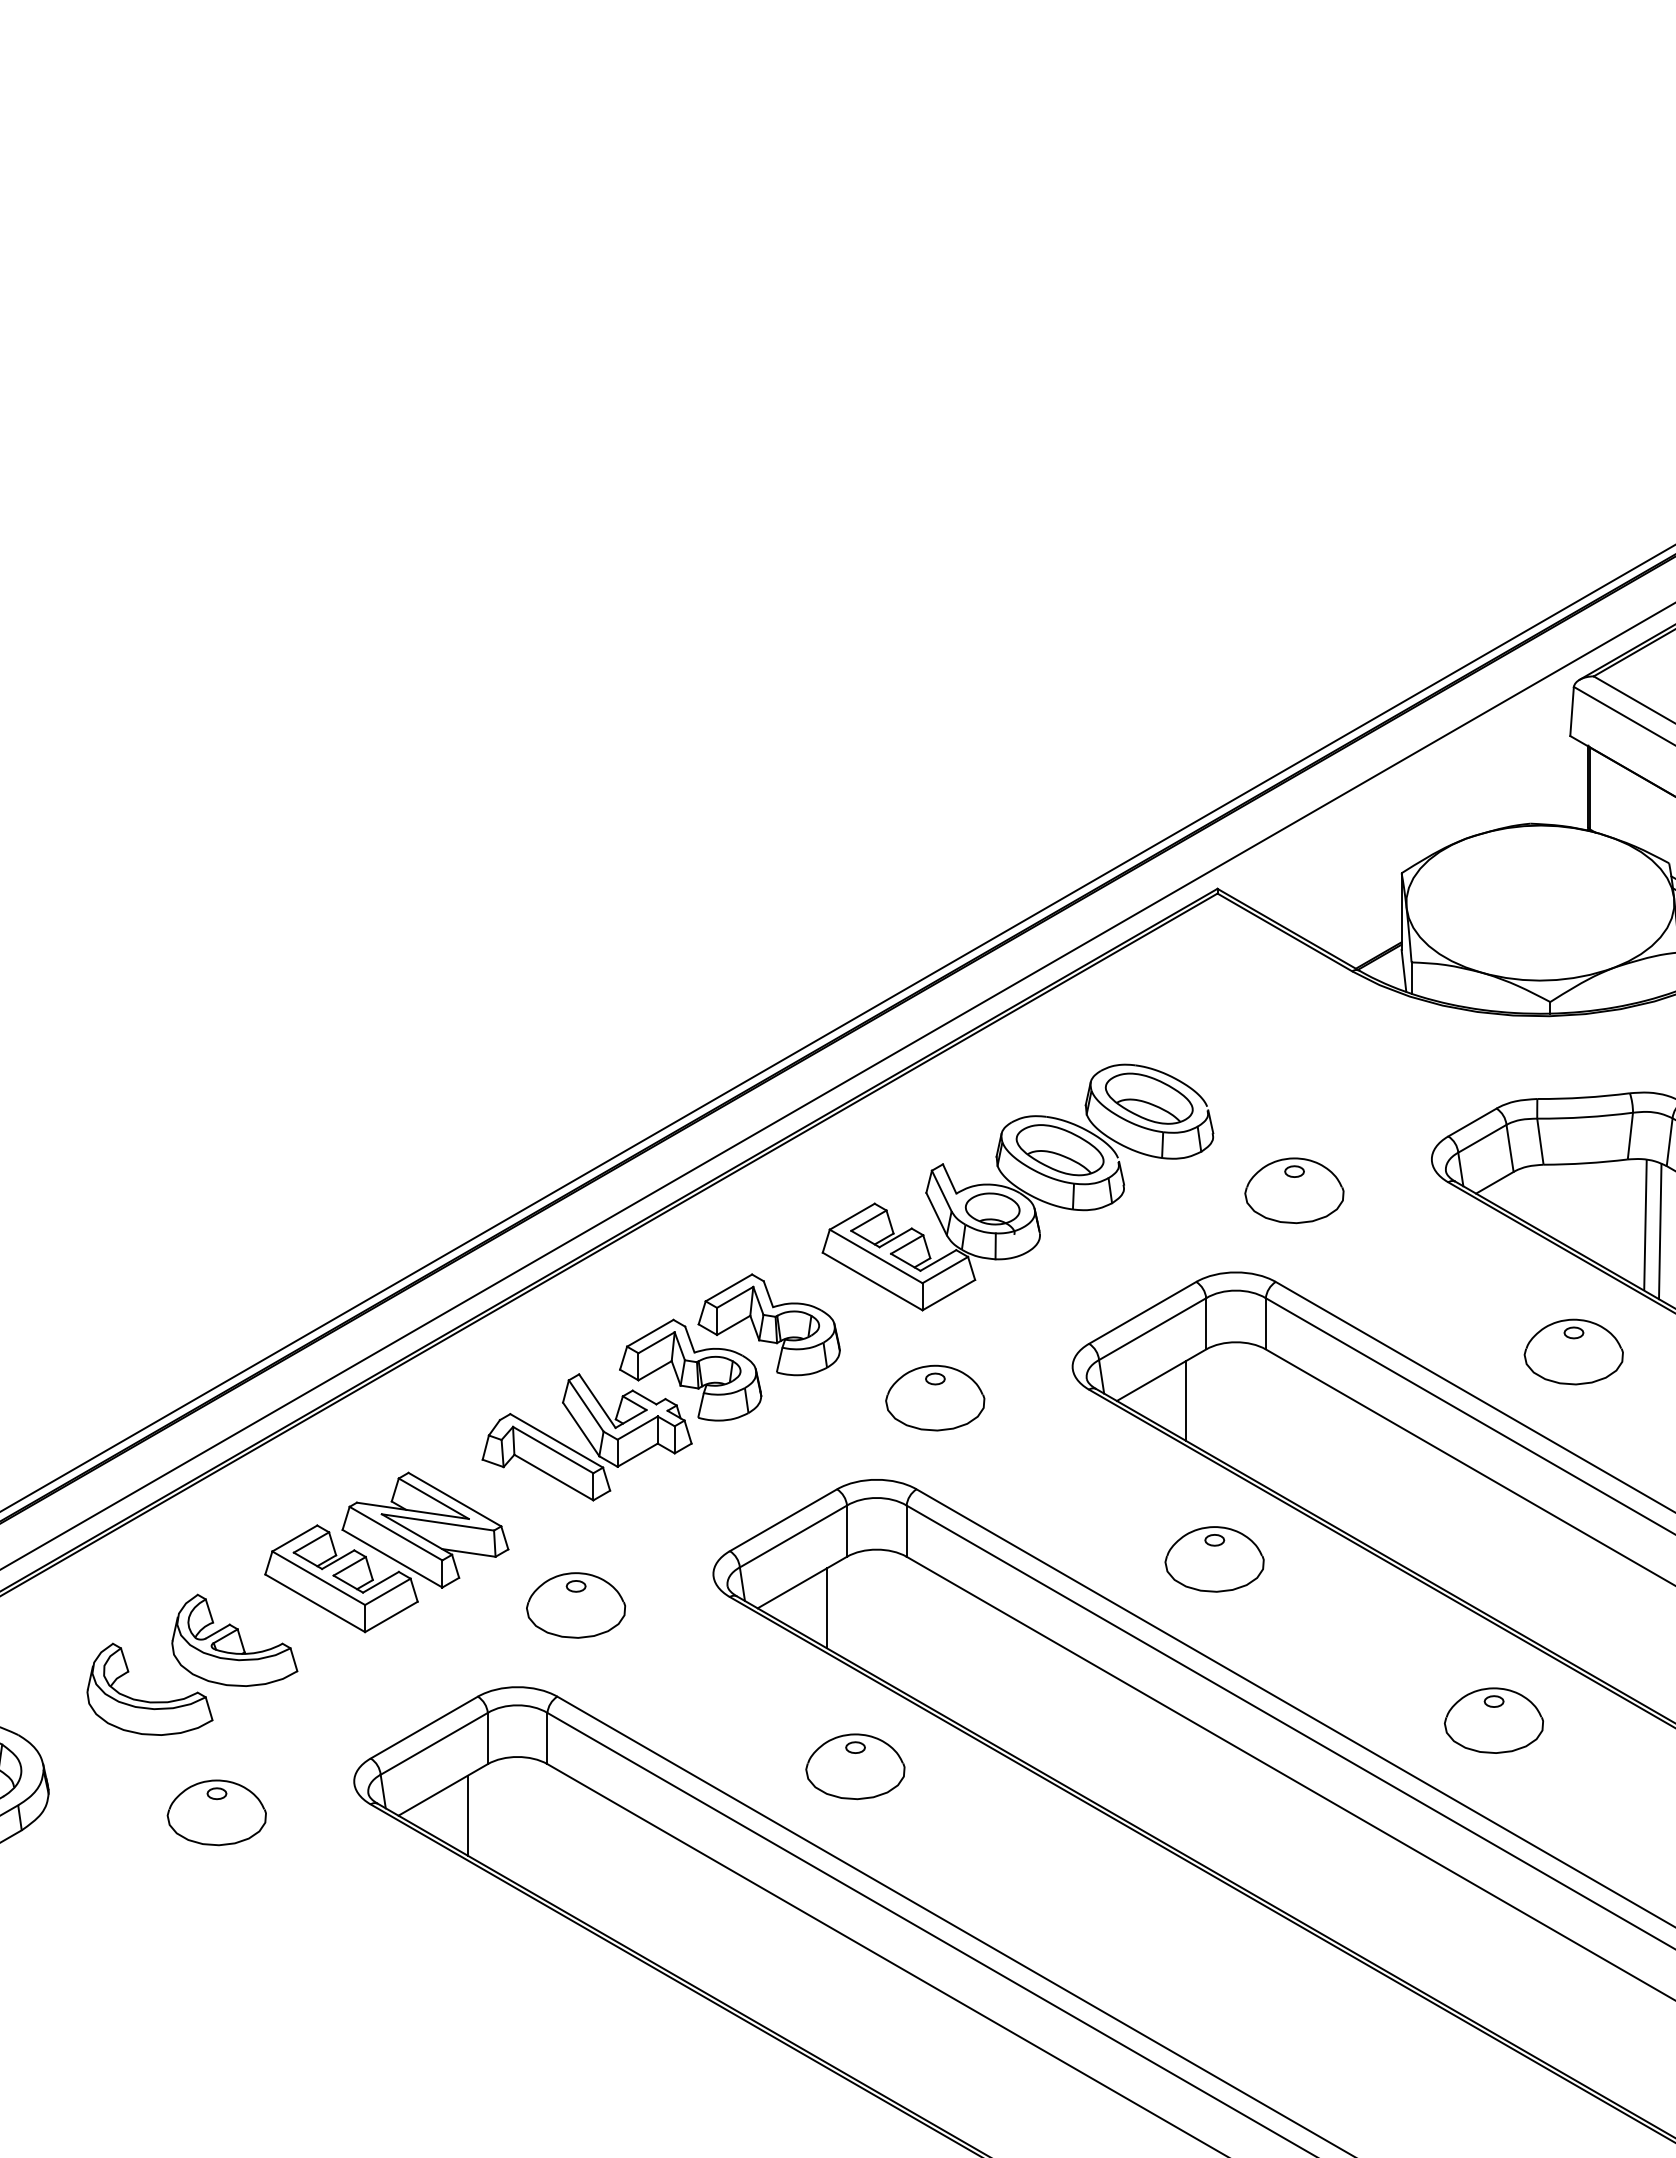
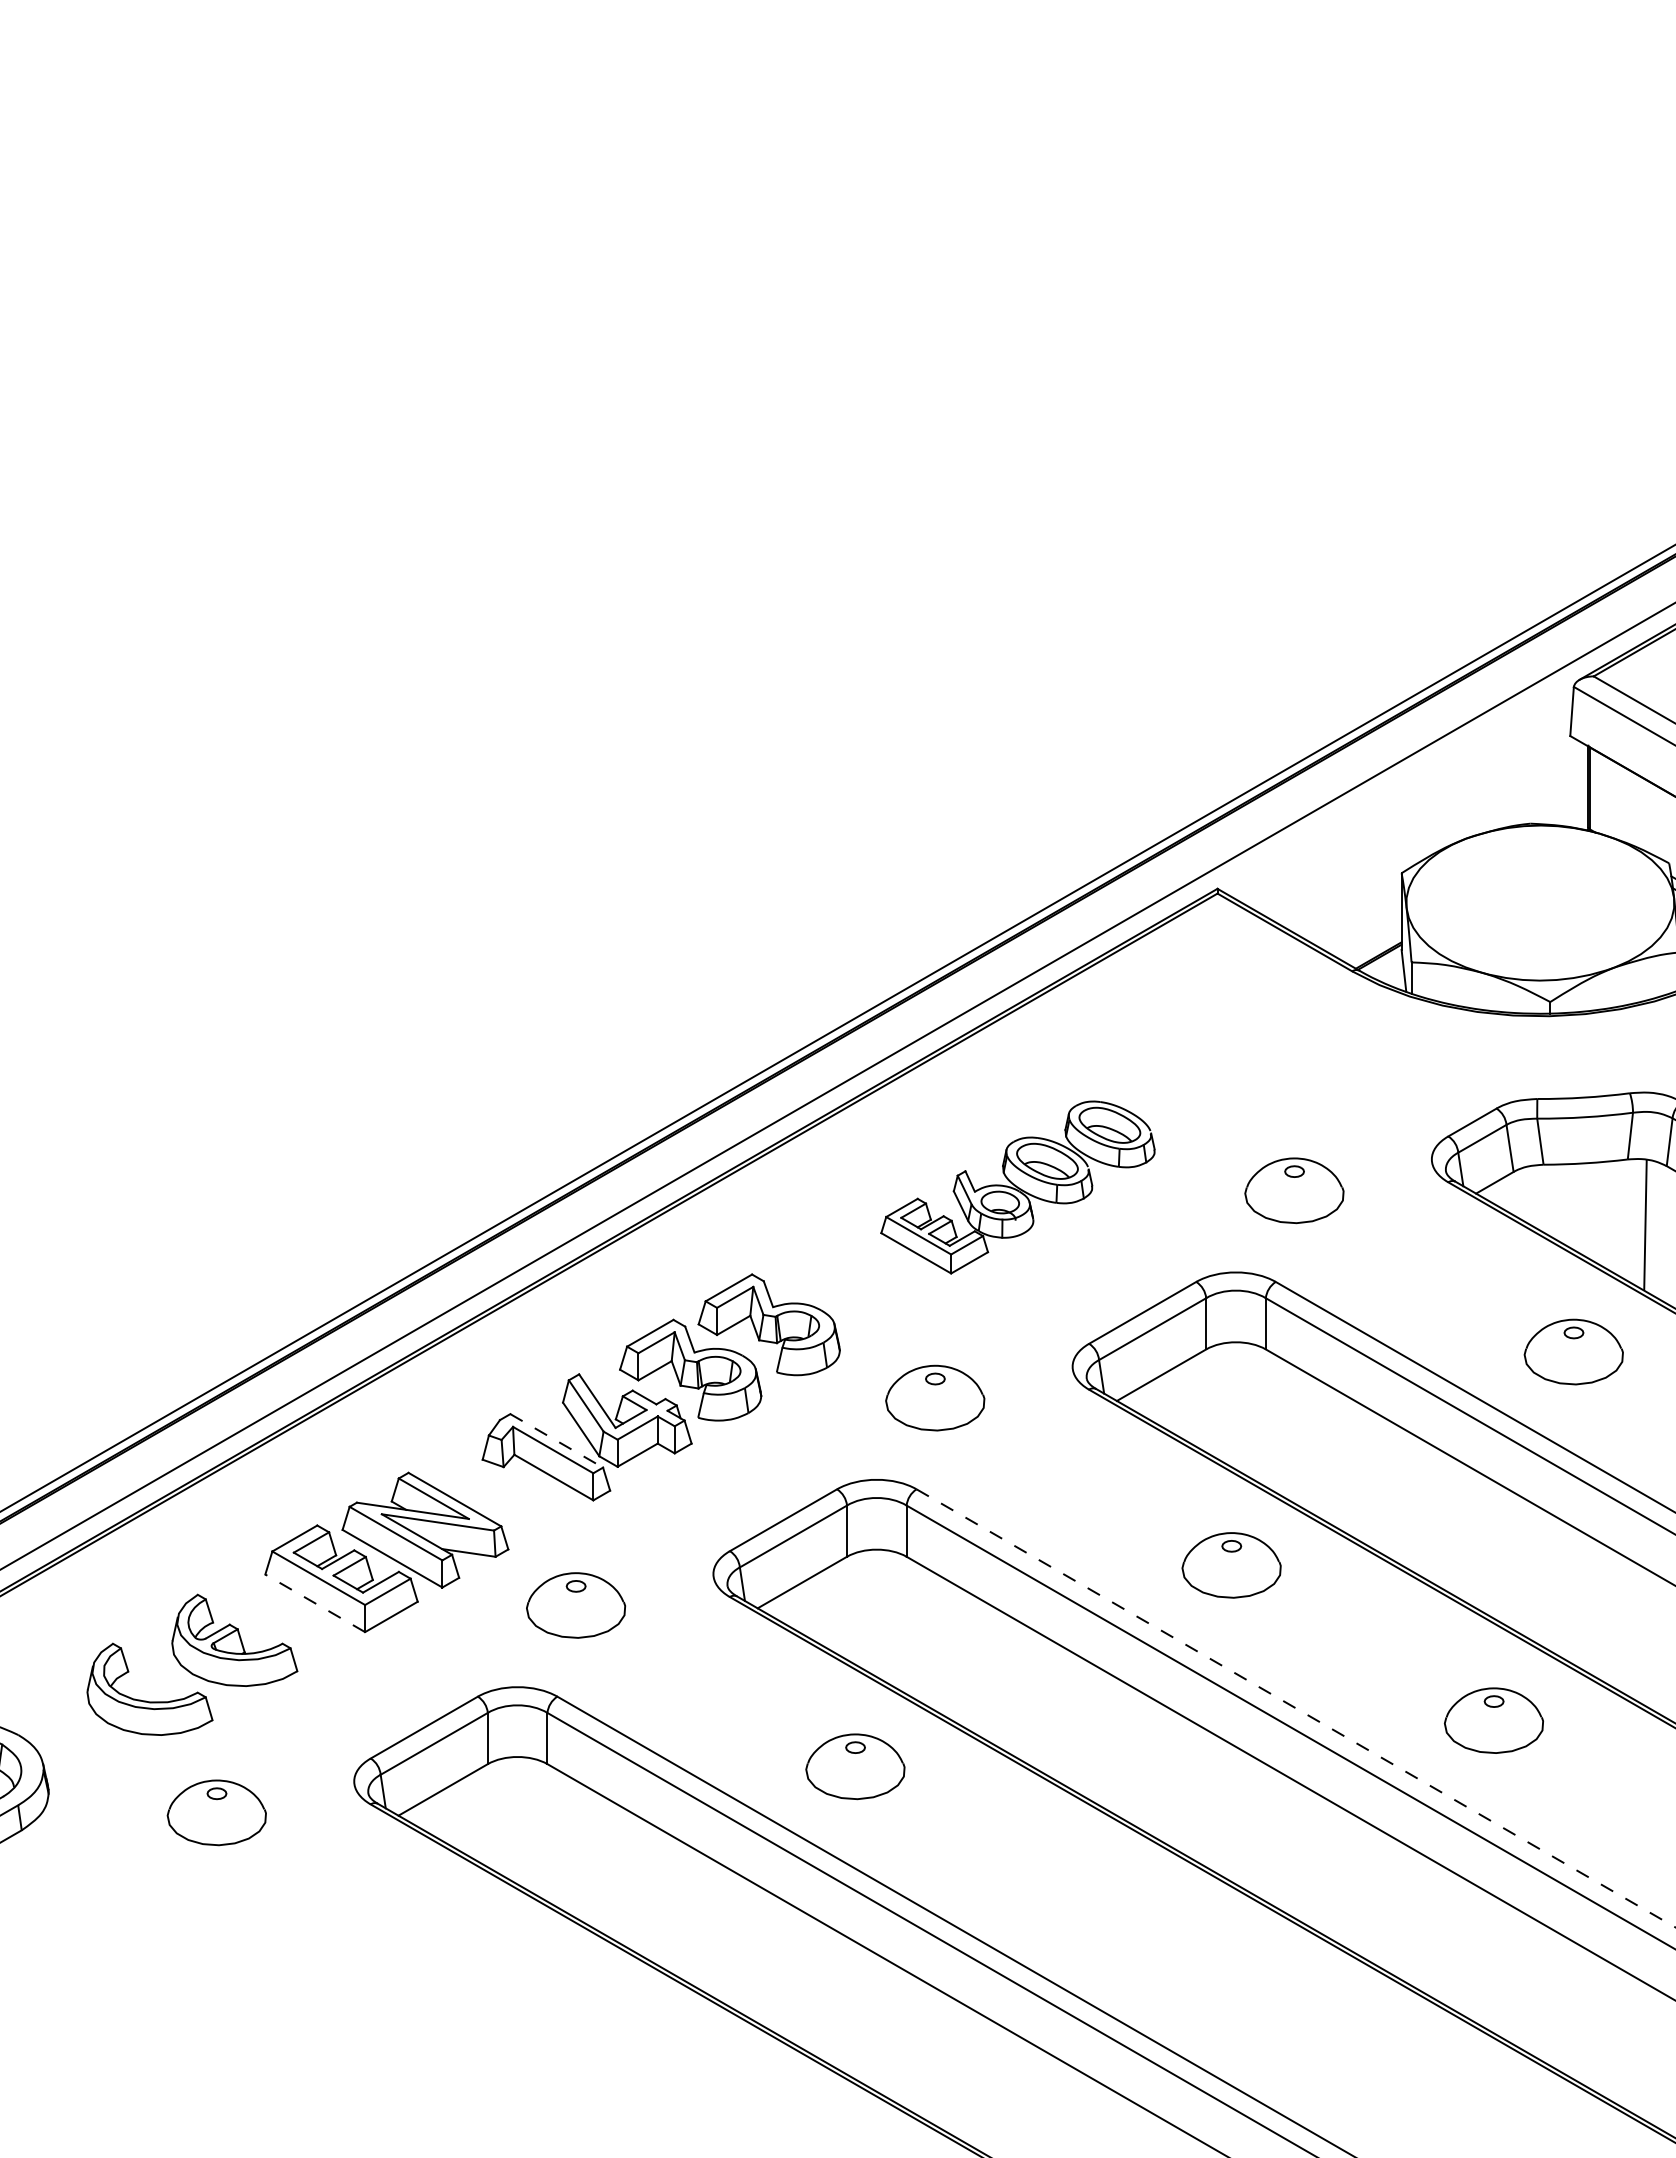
part at (1017, 1187) size: 394x249 px -> 276x175 px
line at (1660, 1231): present -> none
line at (1186, 1400): present -> none
line at (556, 1440): solid -> dashed
part at (1214, 1559) position: (1214, 1559) -> (1231, 1565)
line at (315, 1603): solid -> dashed
line at (826, 1608): present -> none
line at (1295, 1708): solid -> dashed
line at (467, 1815): present -> none
